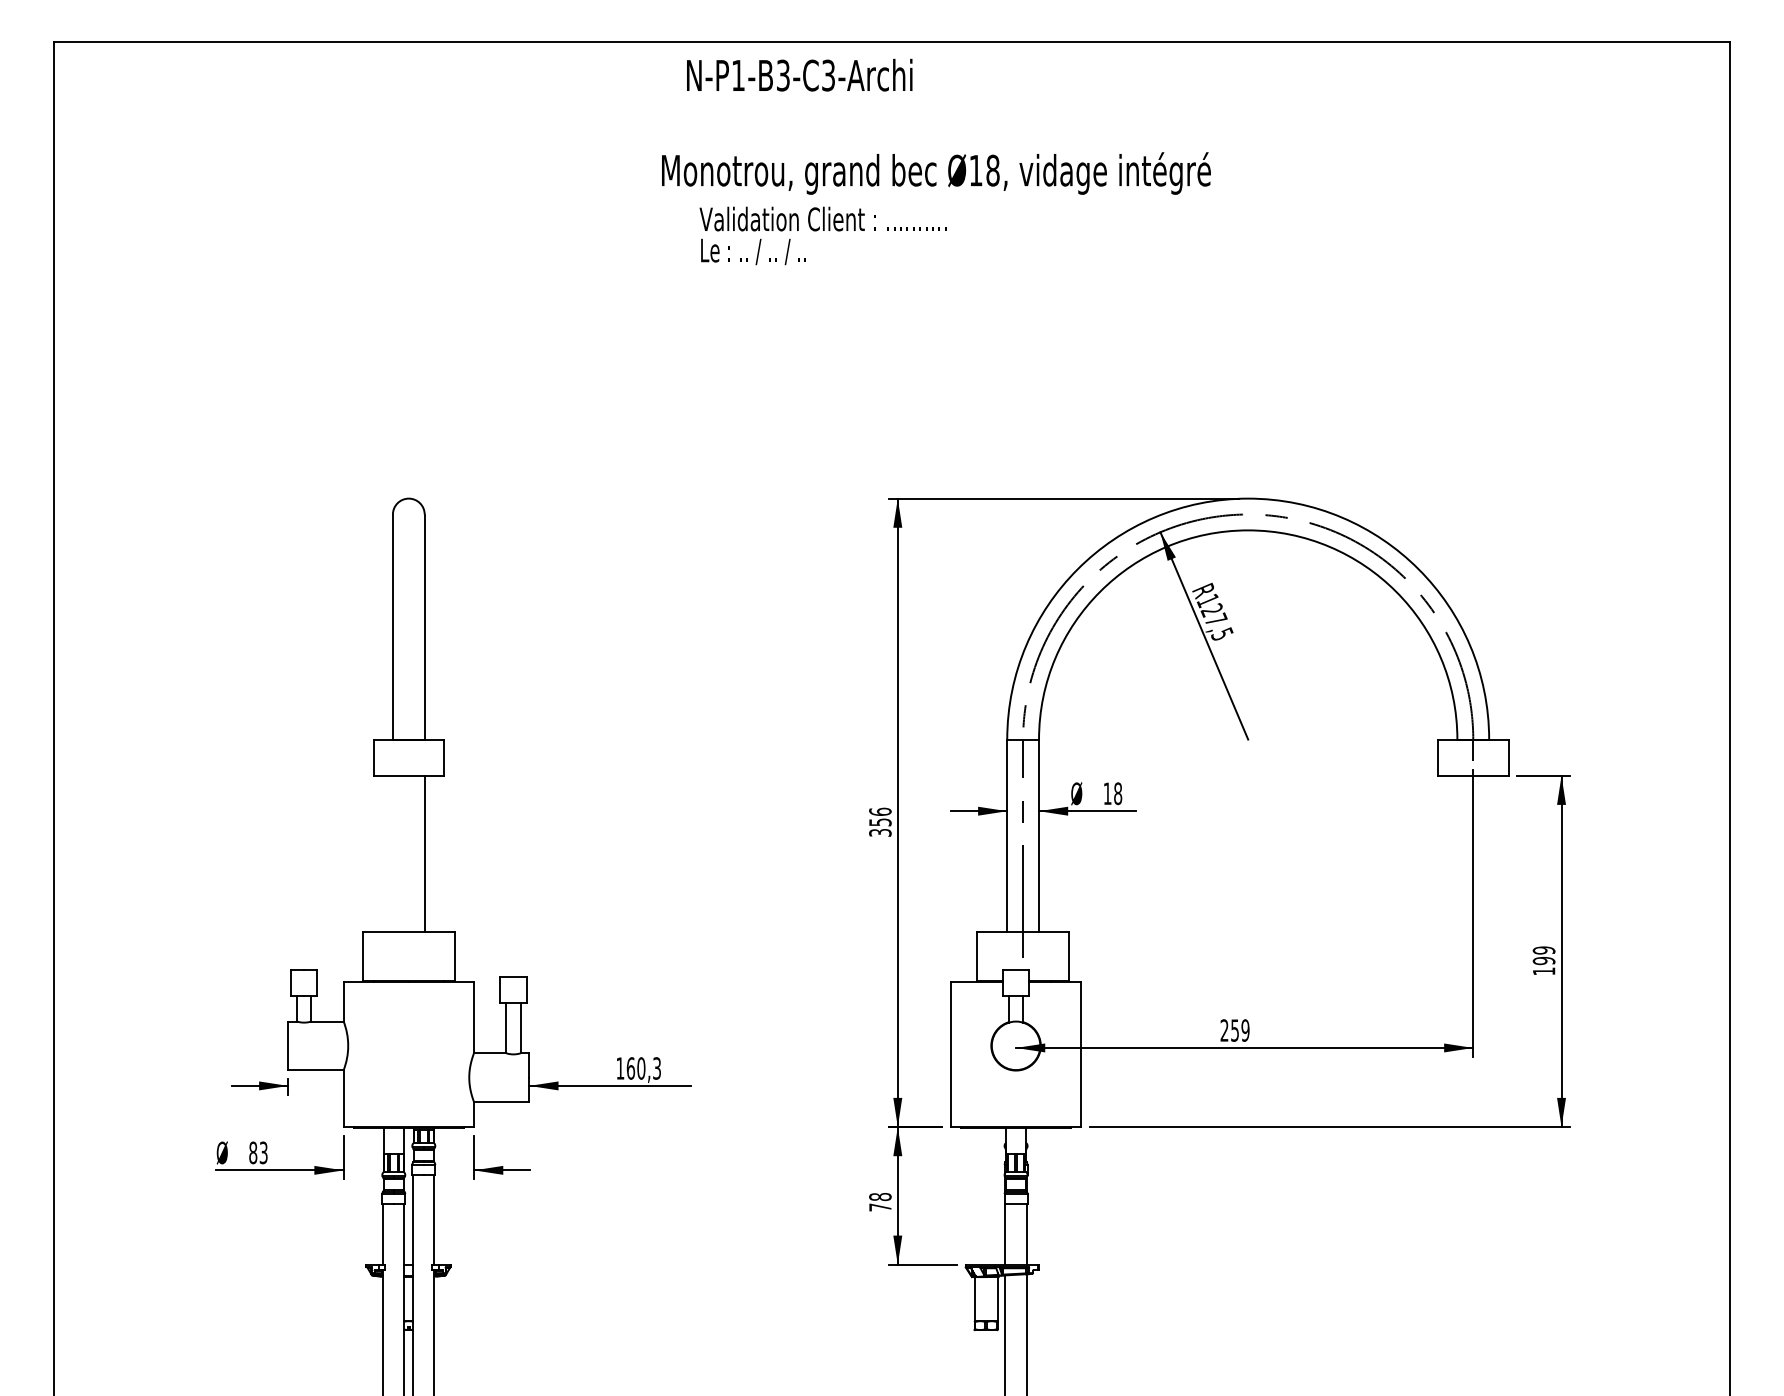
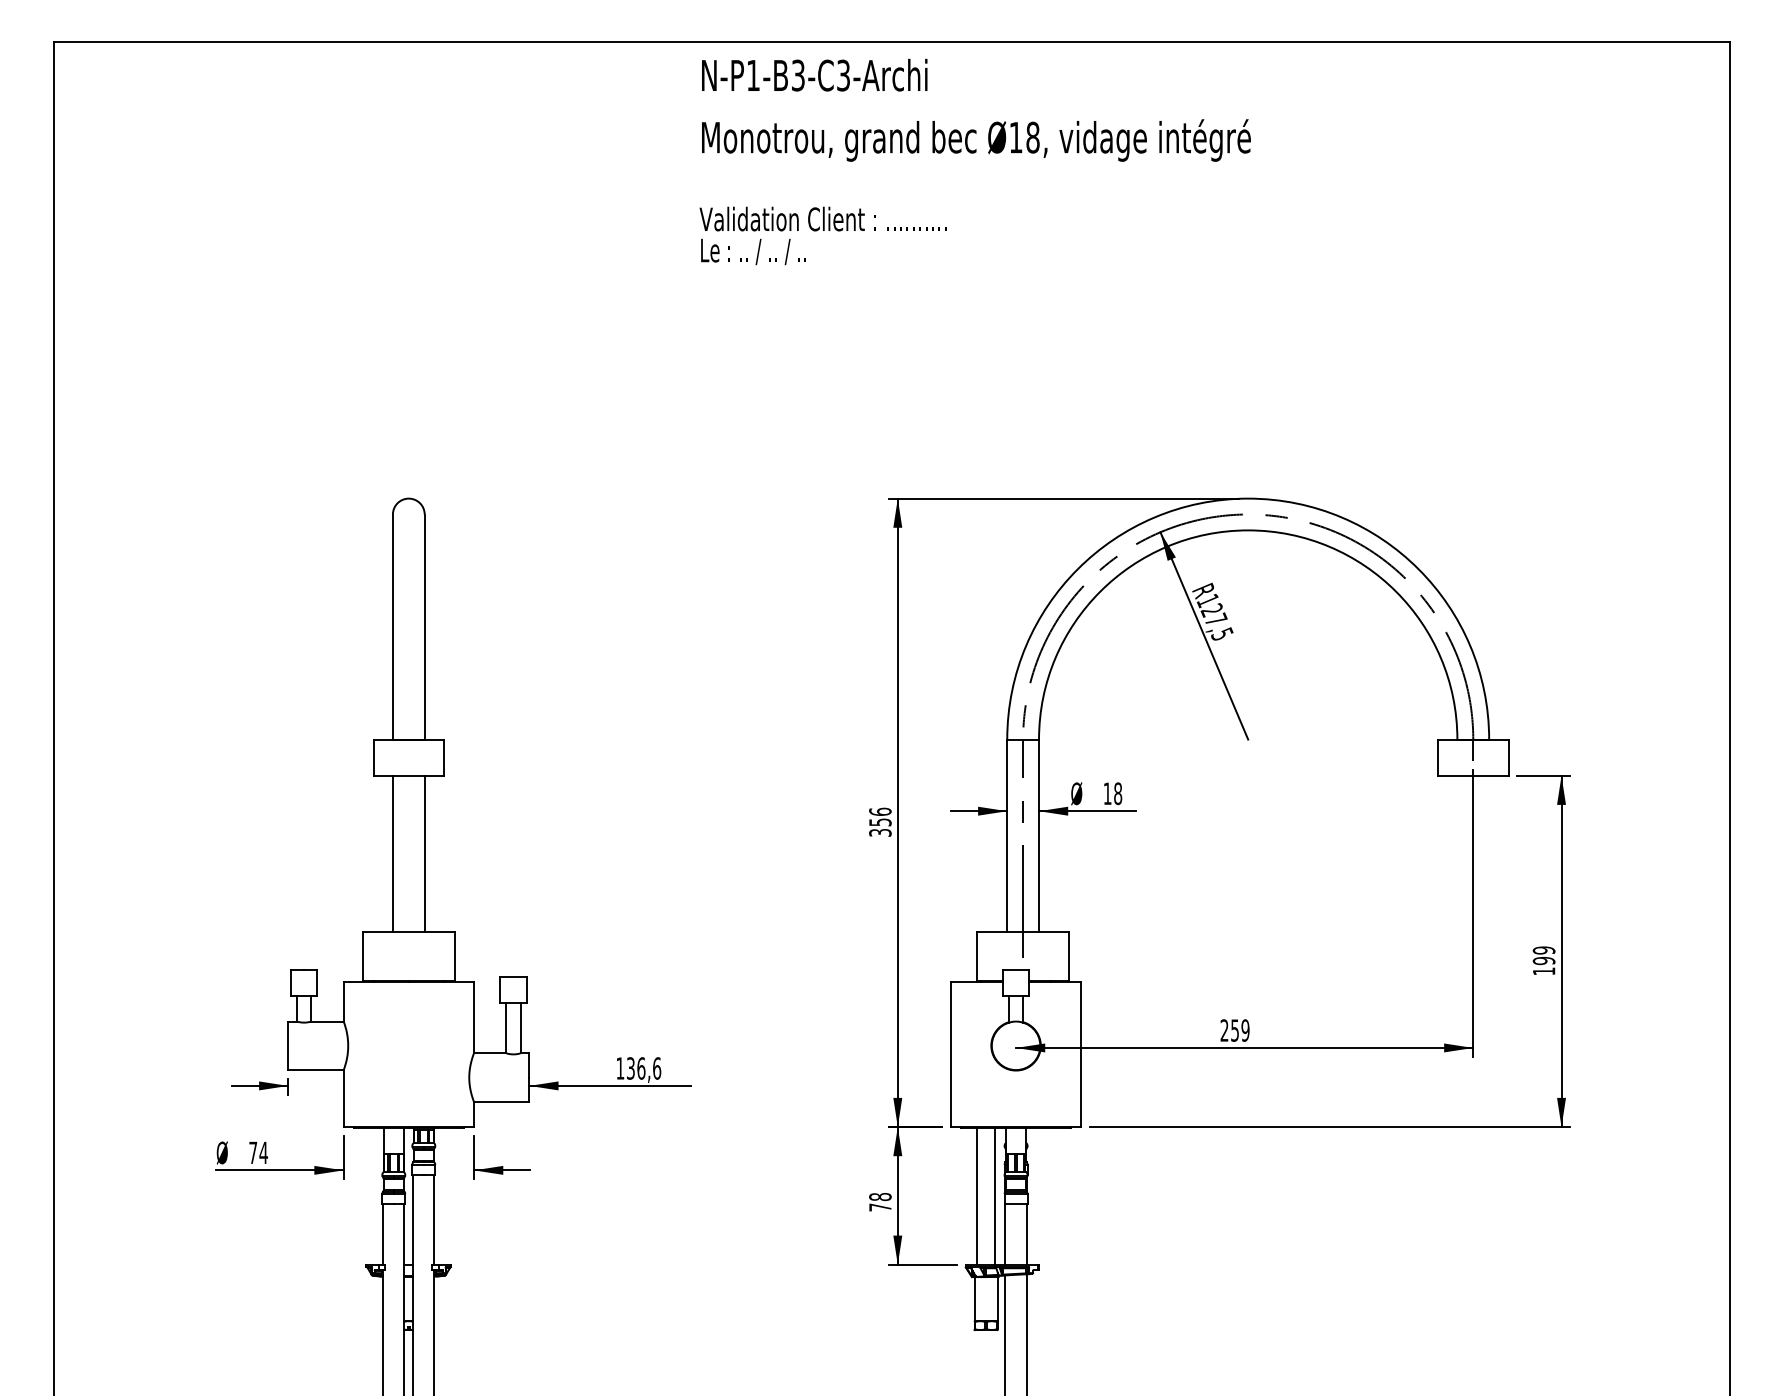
text at (799, 74) position: (799, 74) -> (814, 74)
text at (936, 173) position: (936, 173) -> (976, 140)
line at (392, 853): none -> present
text at (643, 1068): 160,3 -> 136,6
text at (258, 1152): 83 -> 74
line at (977, 1195): none -> present
line at (994, 1195): none -> present
